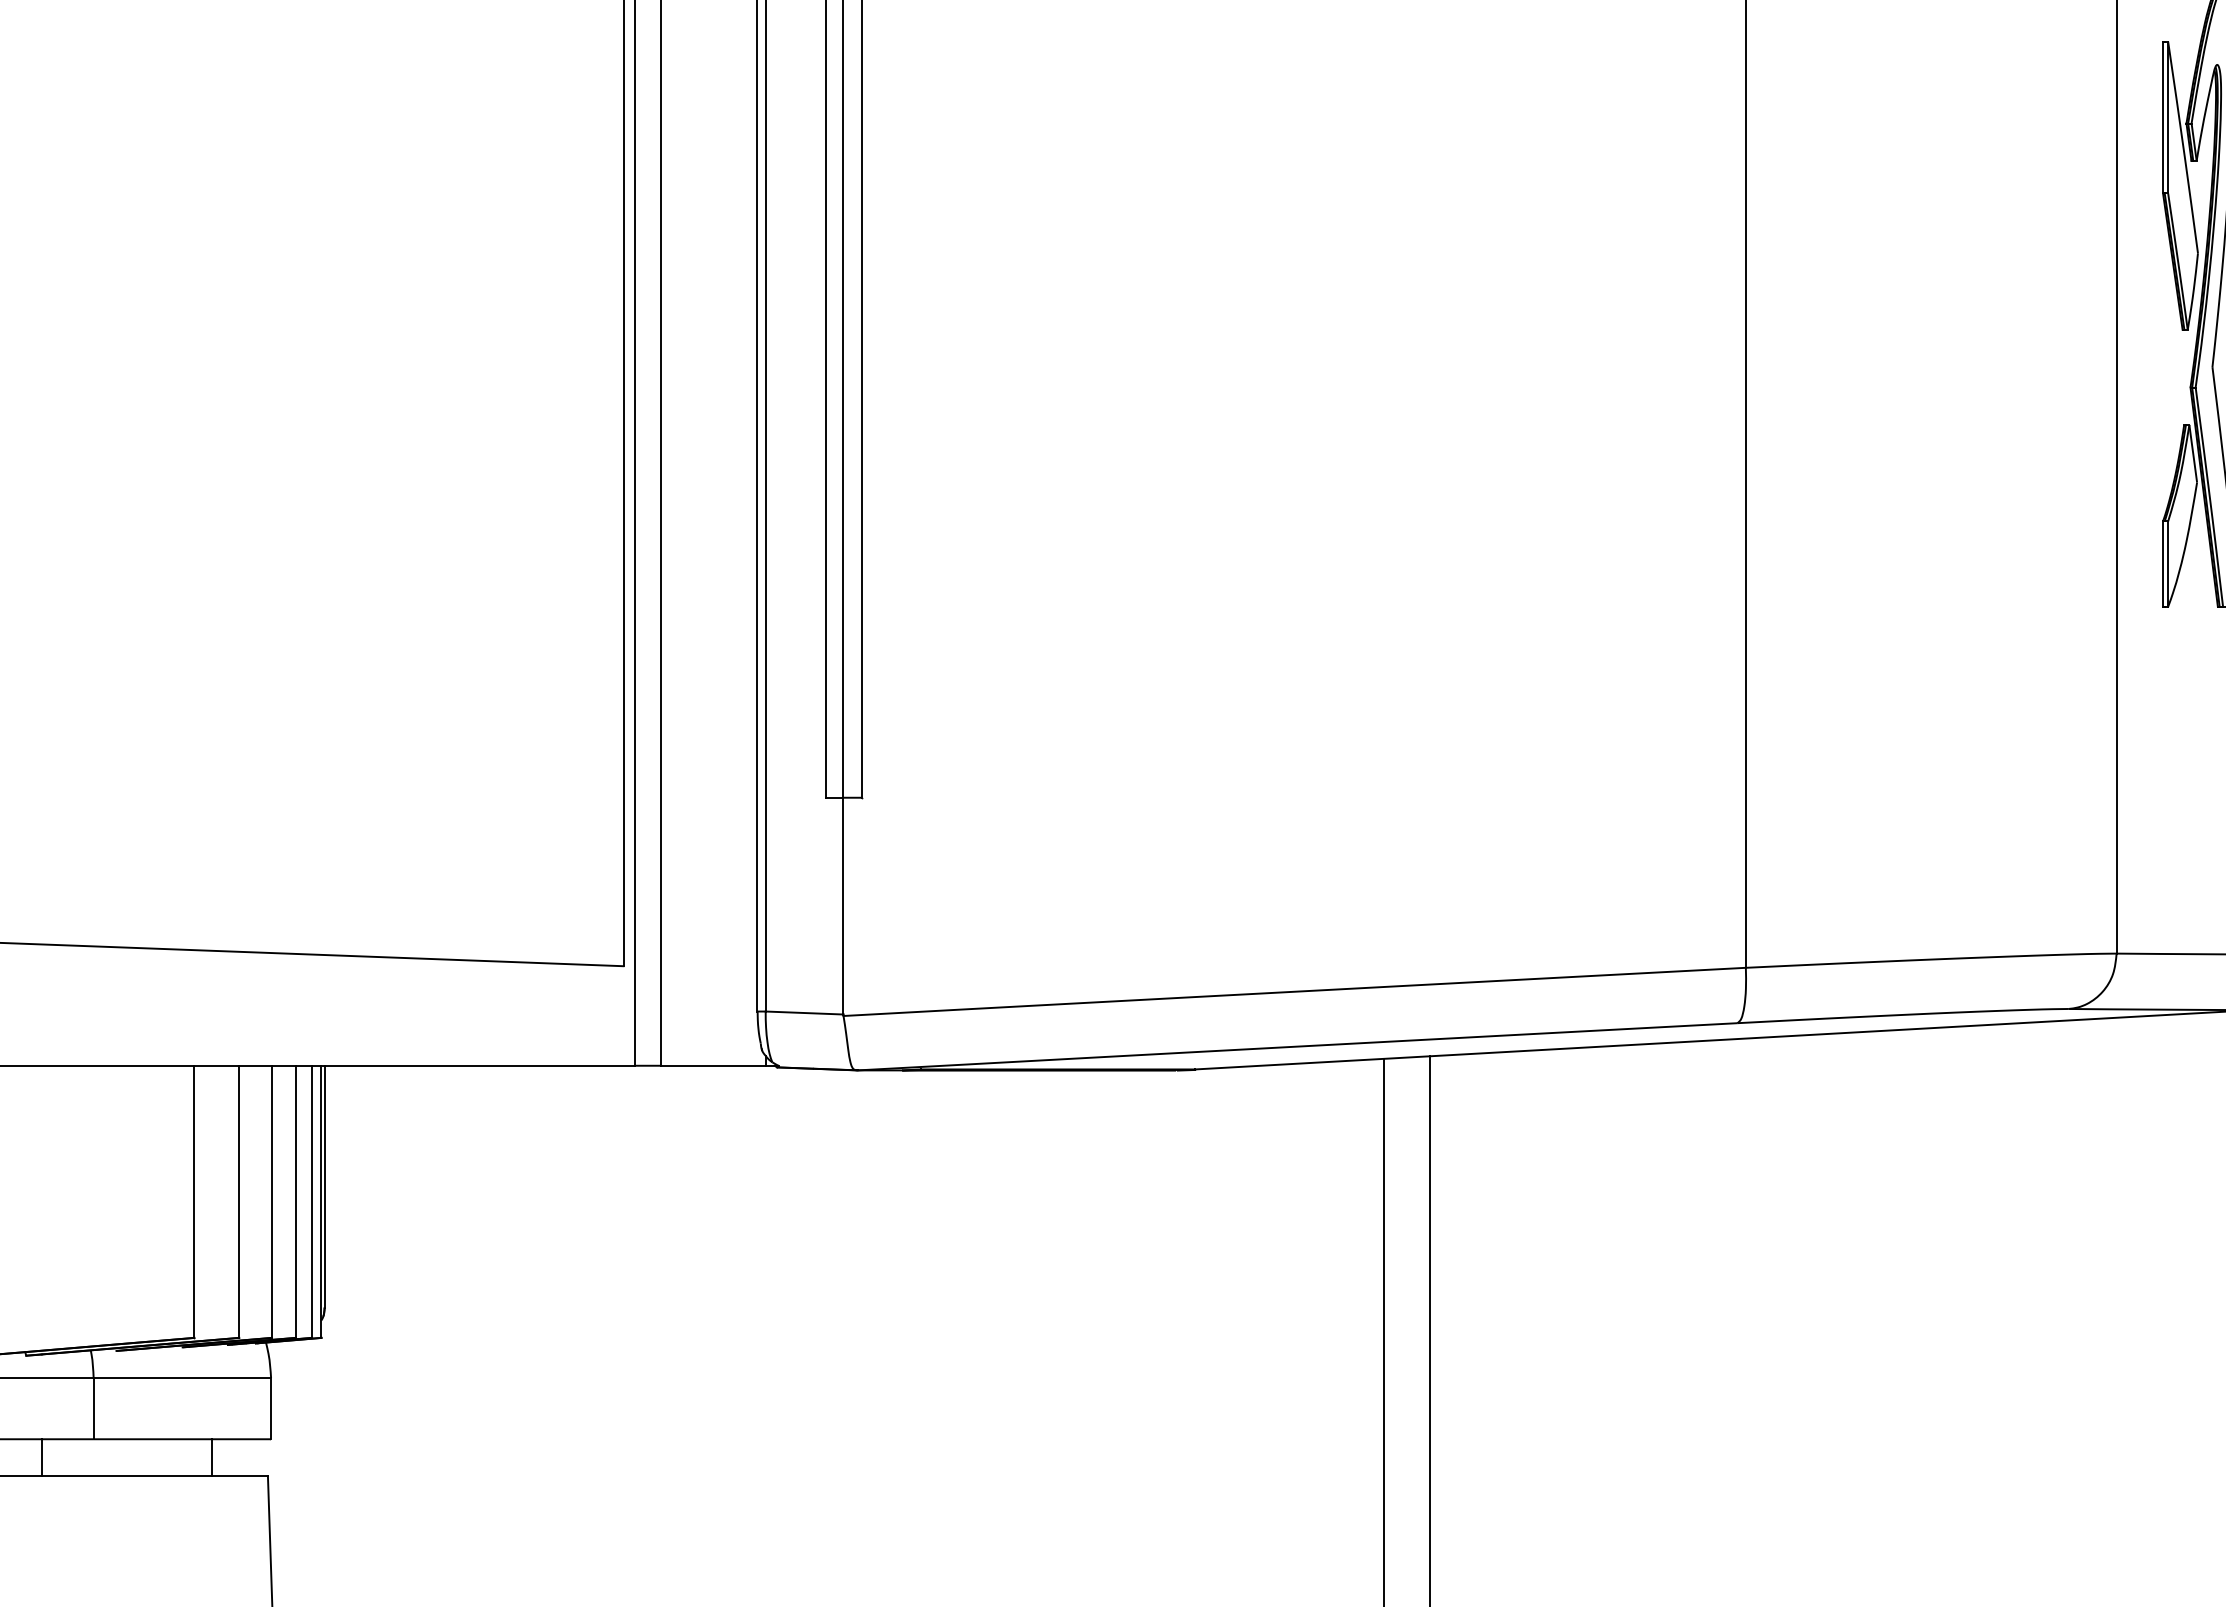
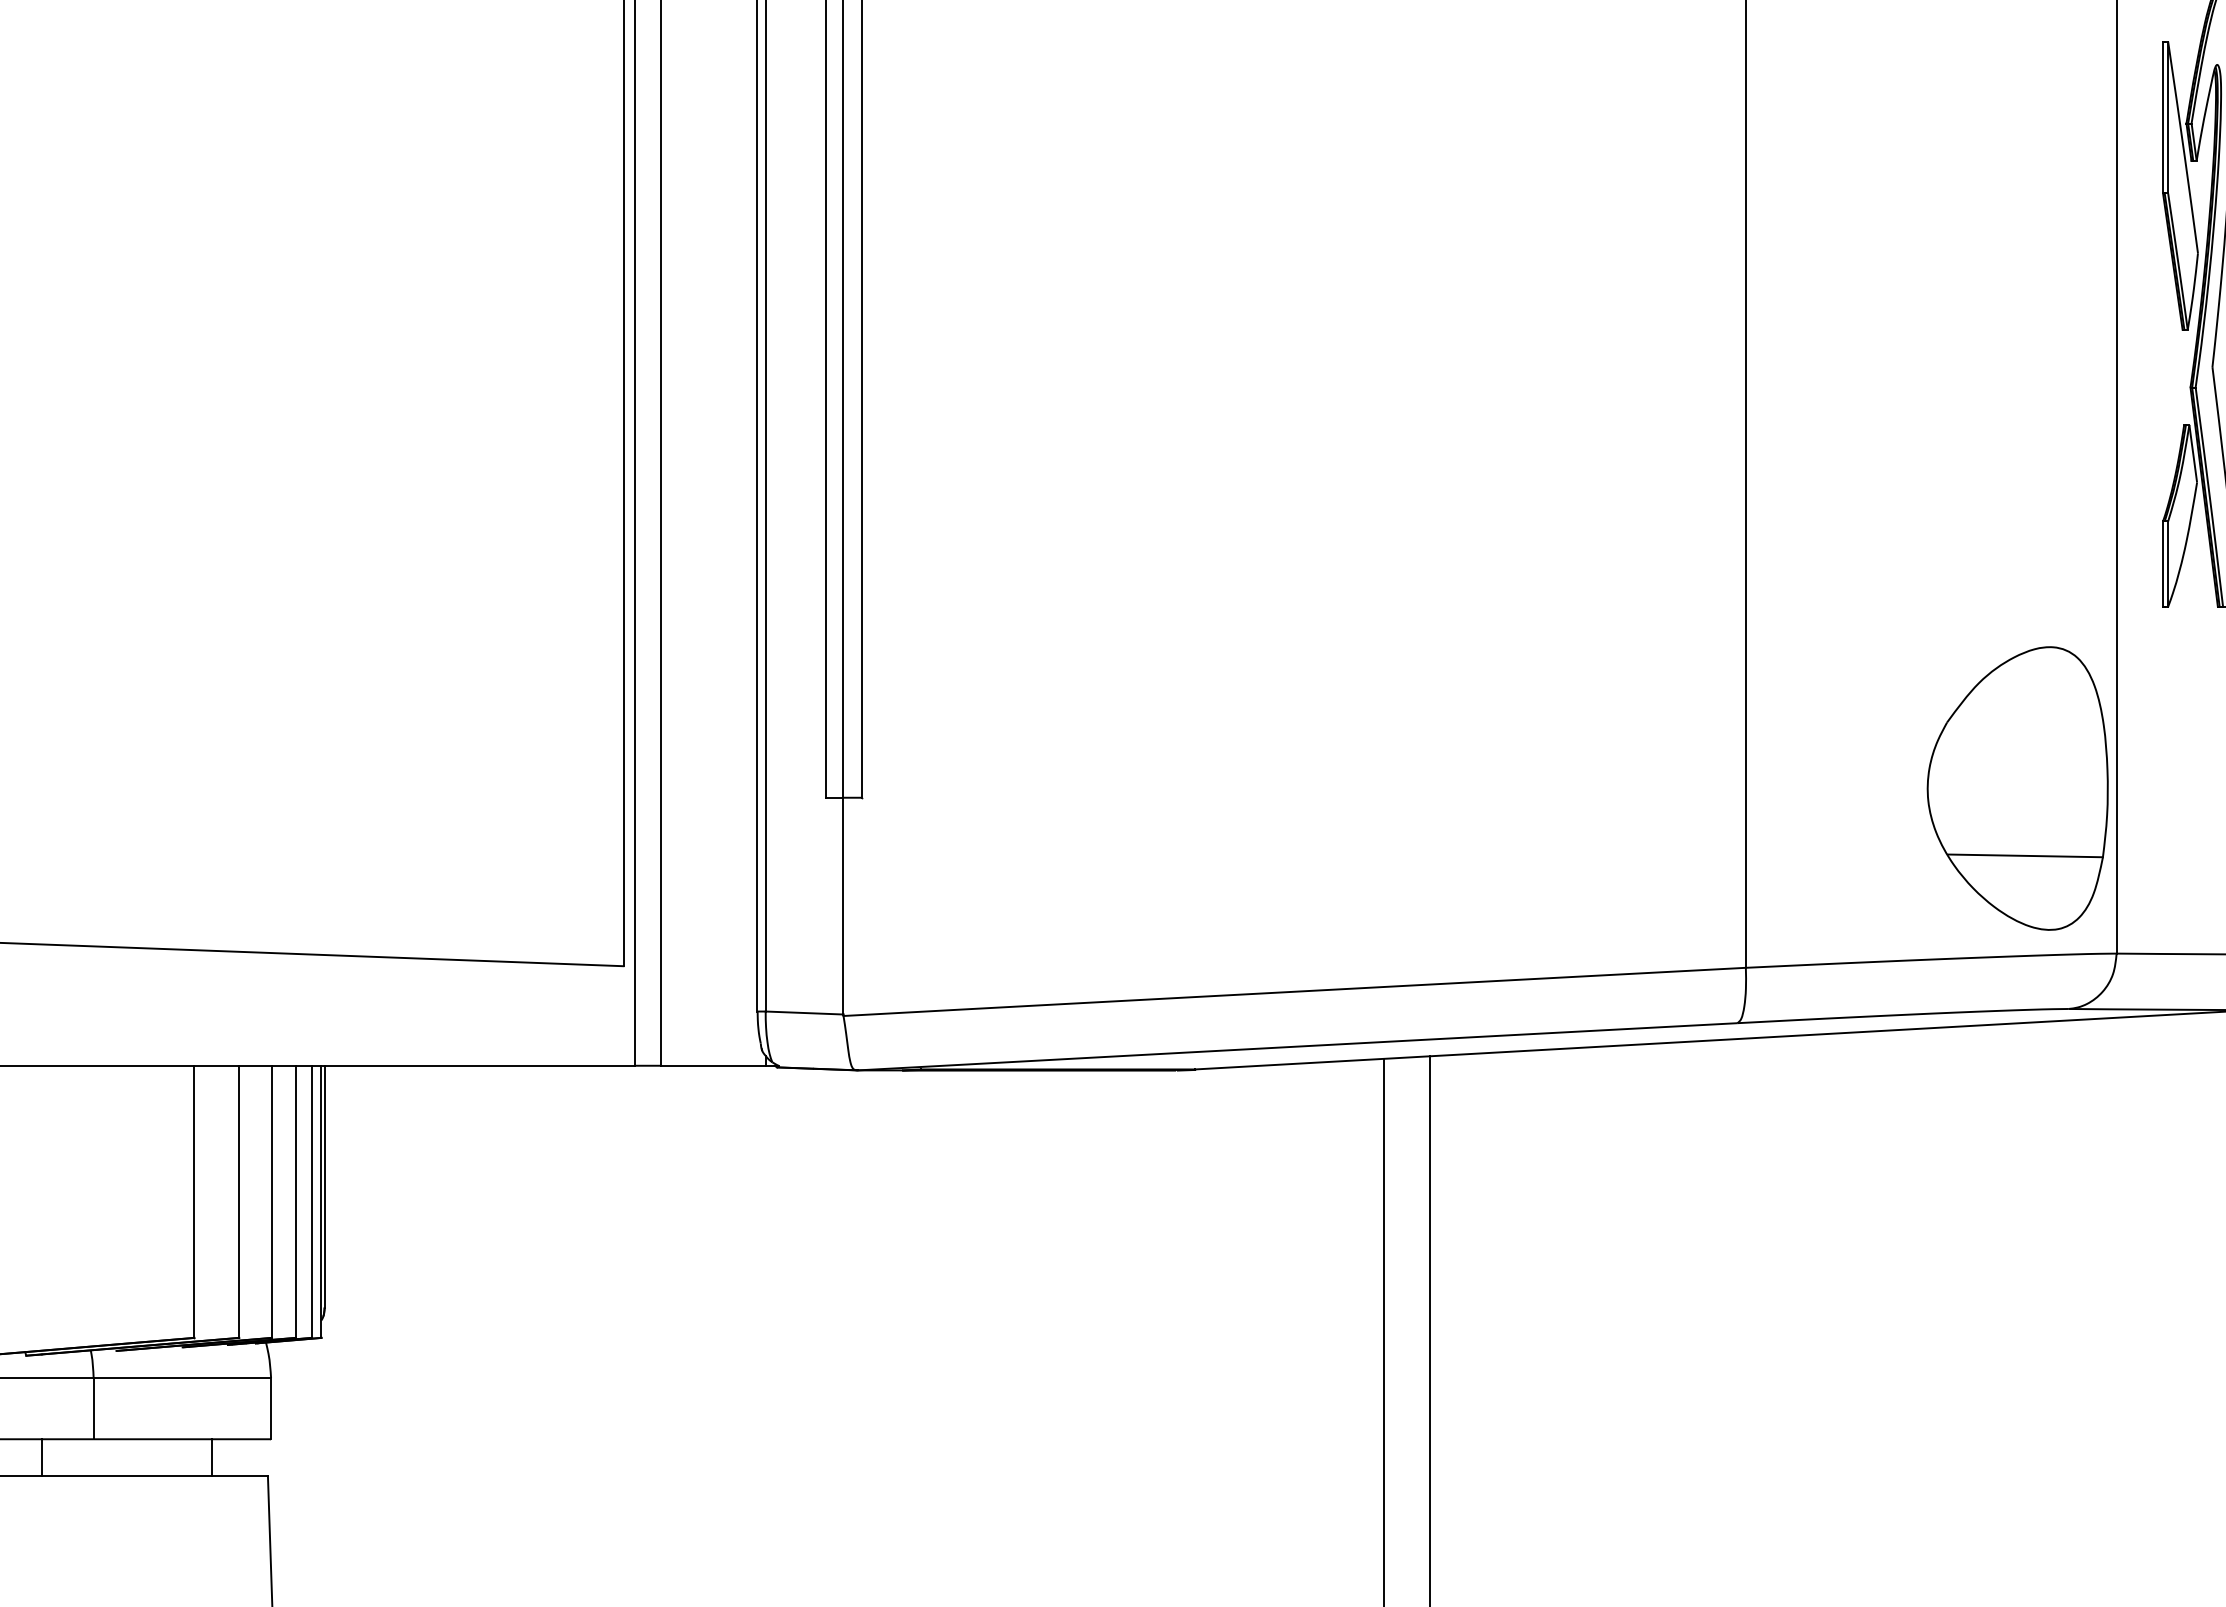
part at (2017, 788): none -> present
